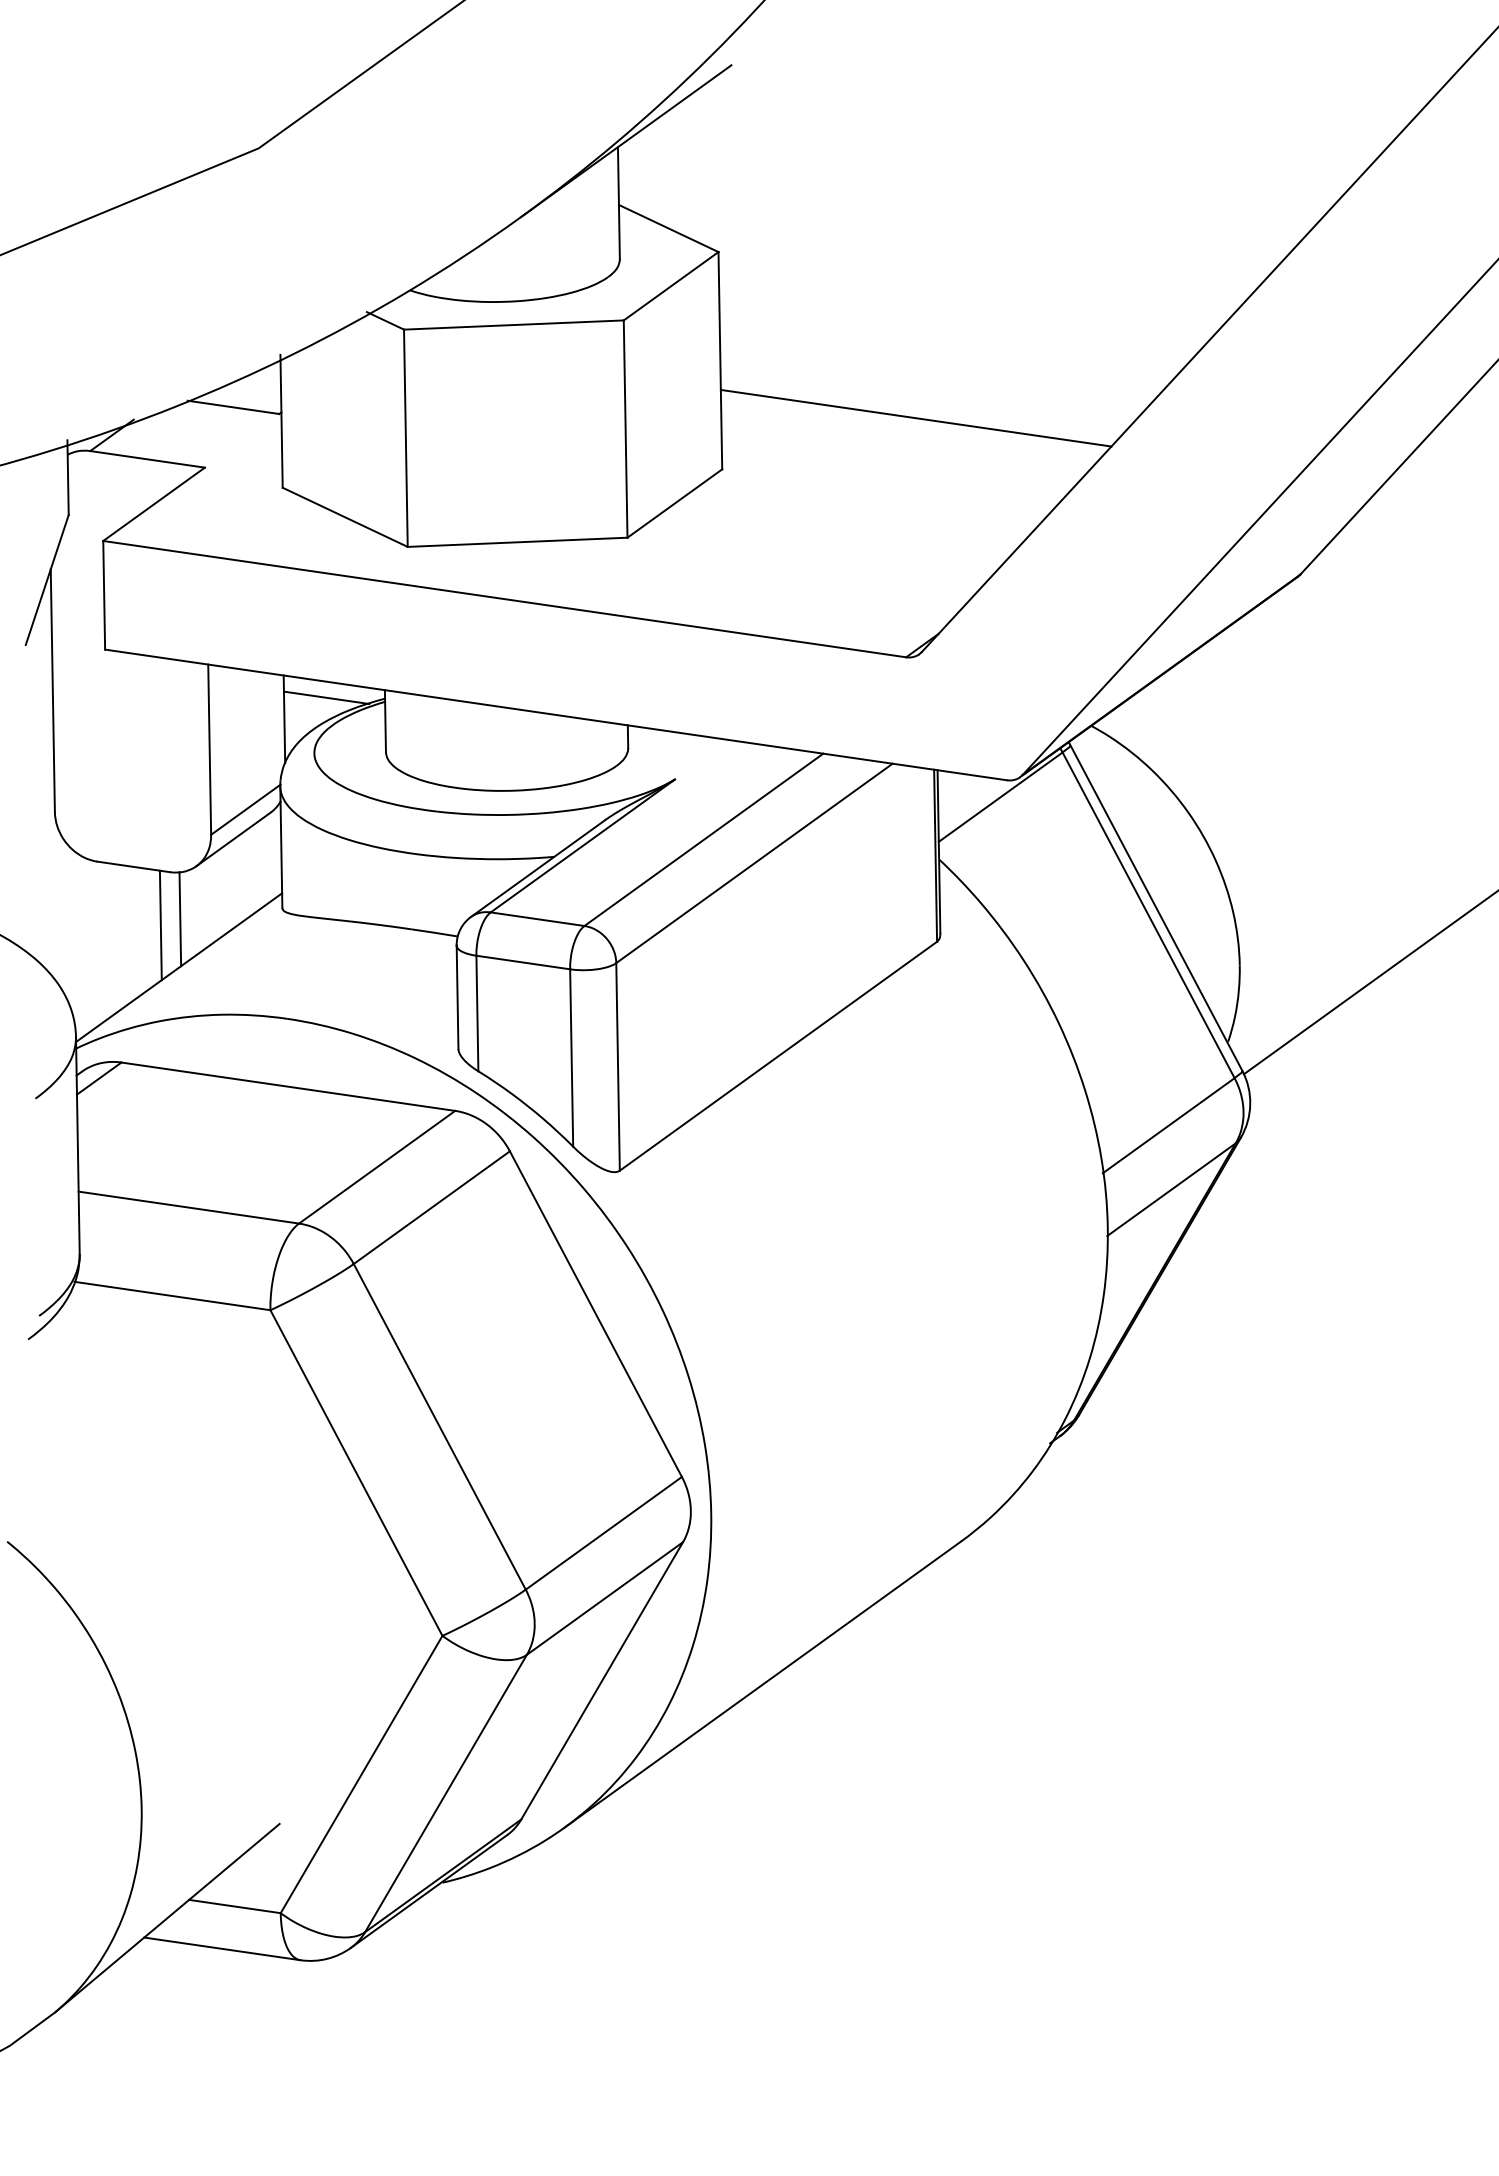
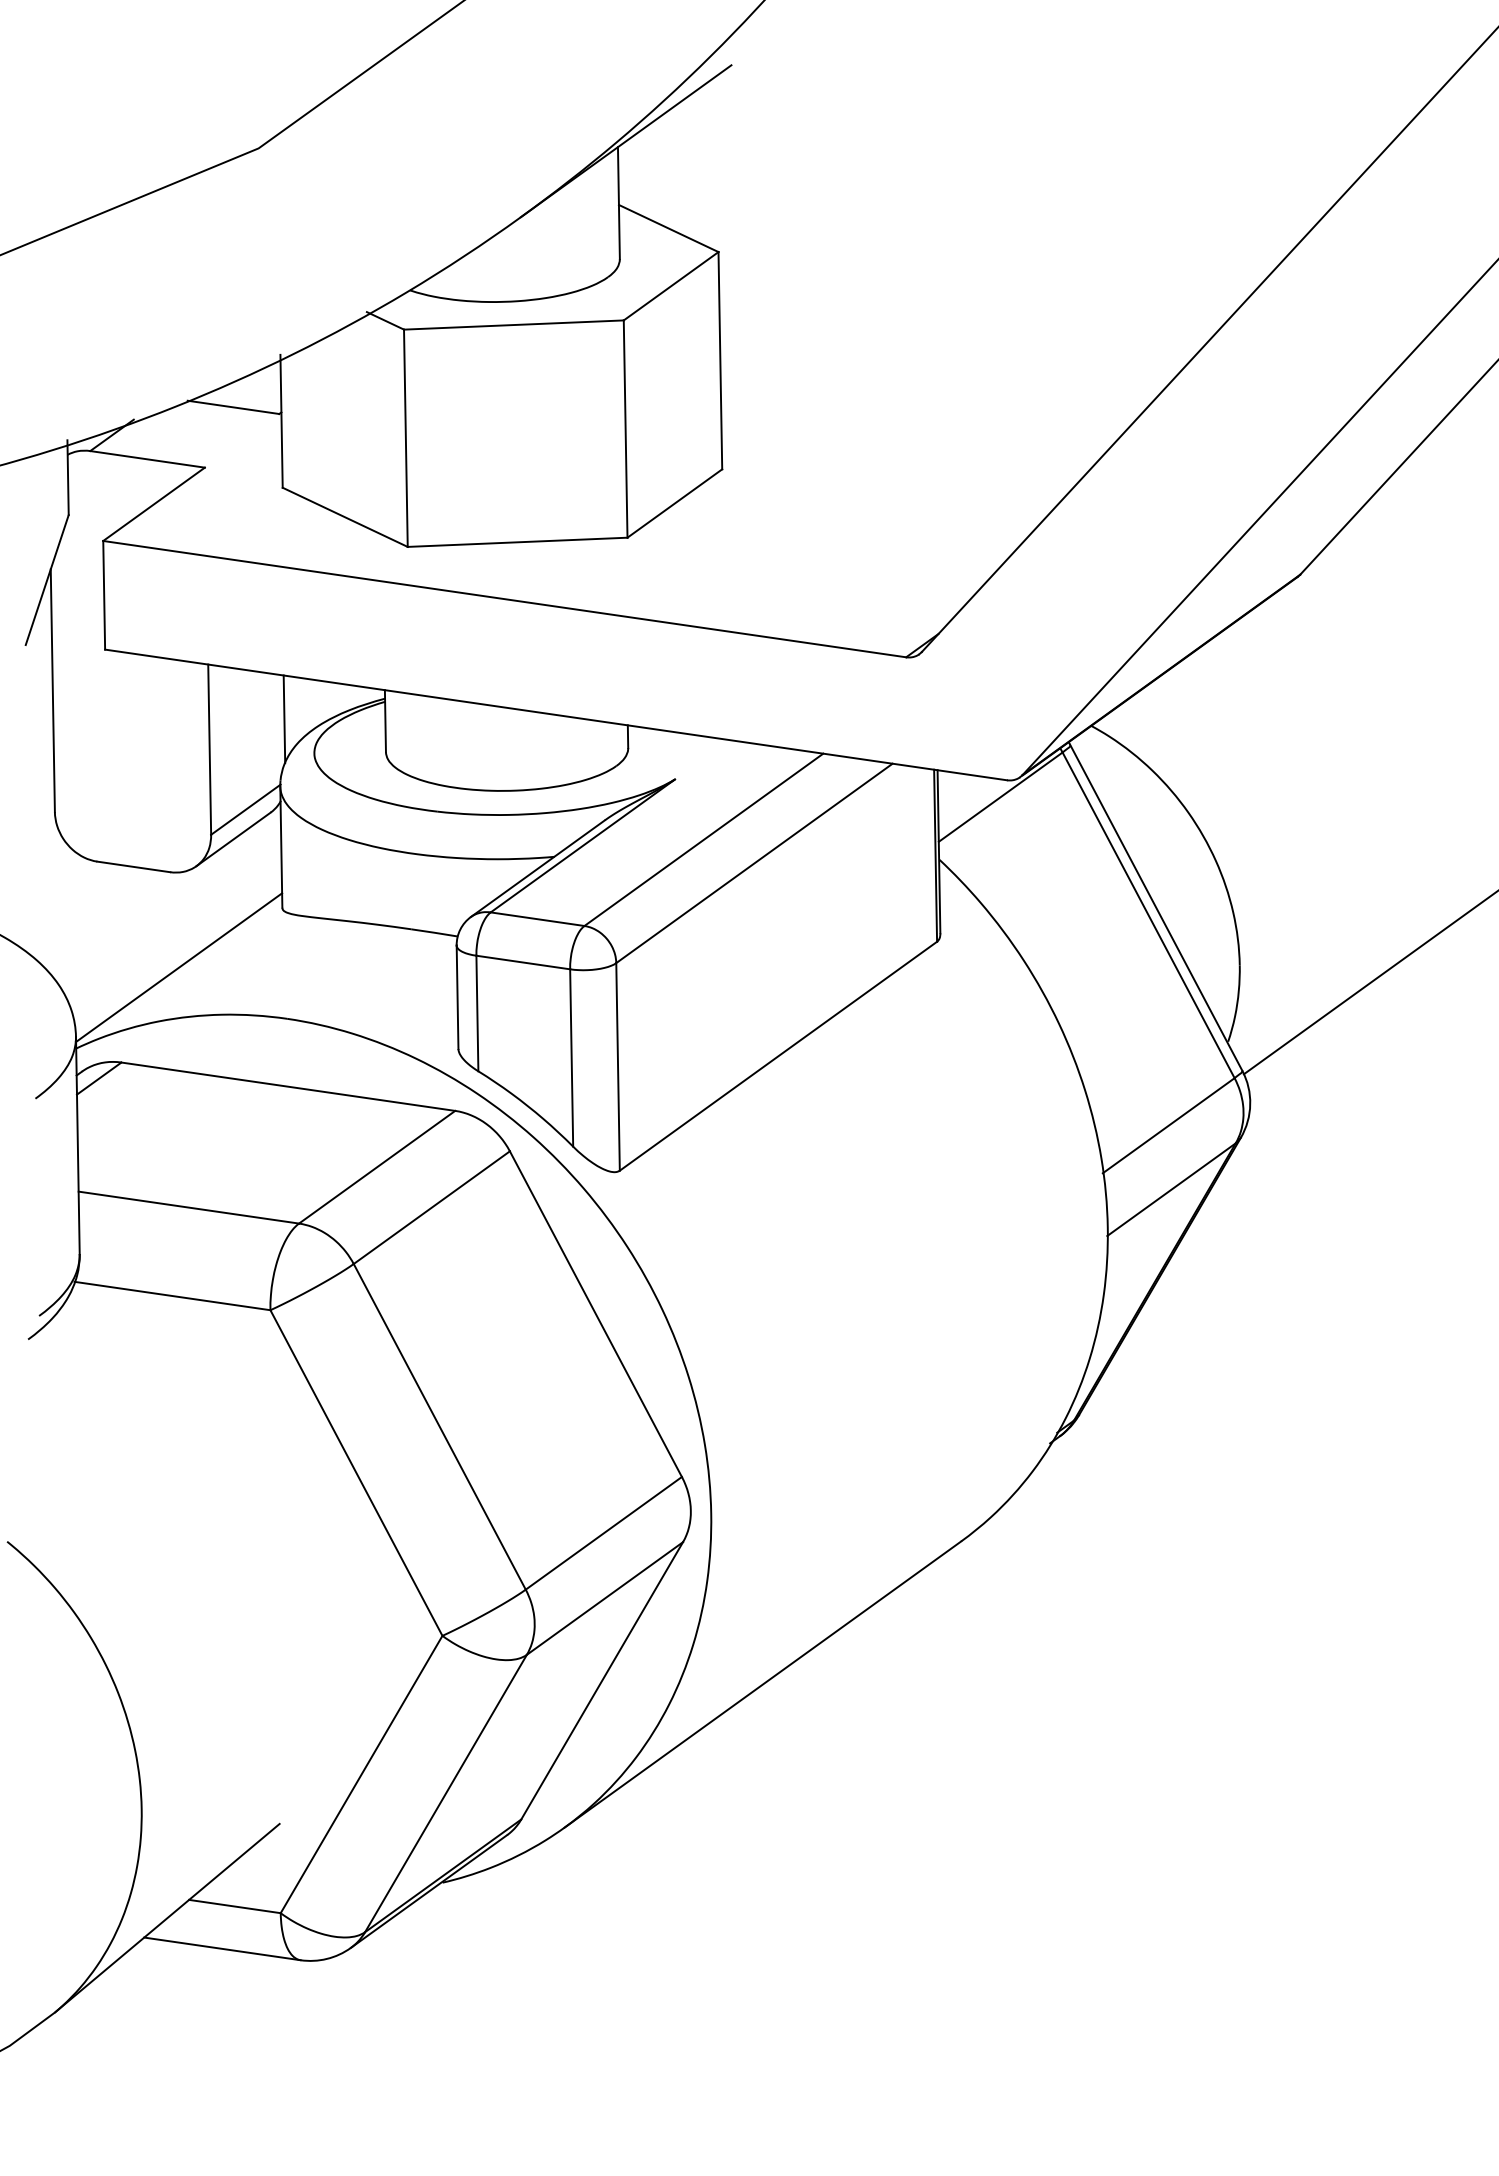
line at (915, 417): present -> none
line at (326, 697): present -> none
line at (180, 919): present -> none
line at (160, 925): present -> none
